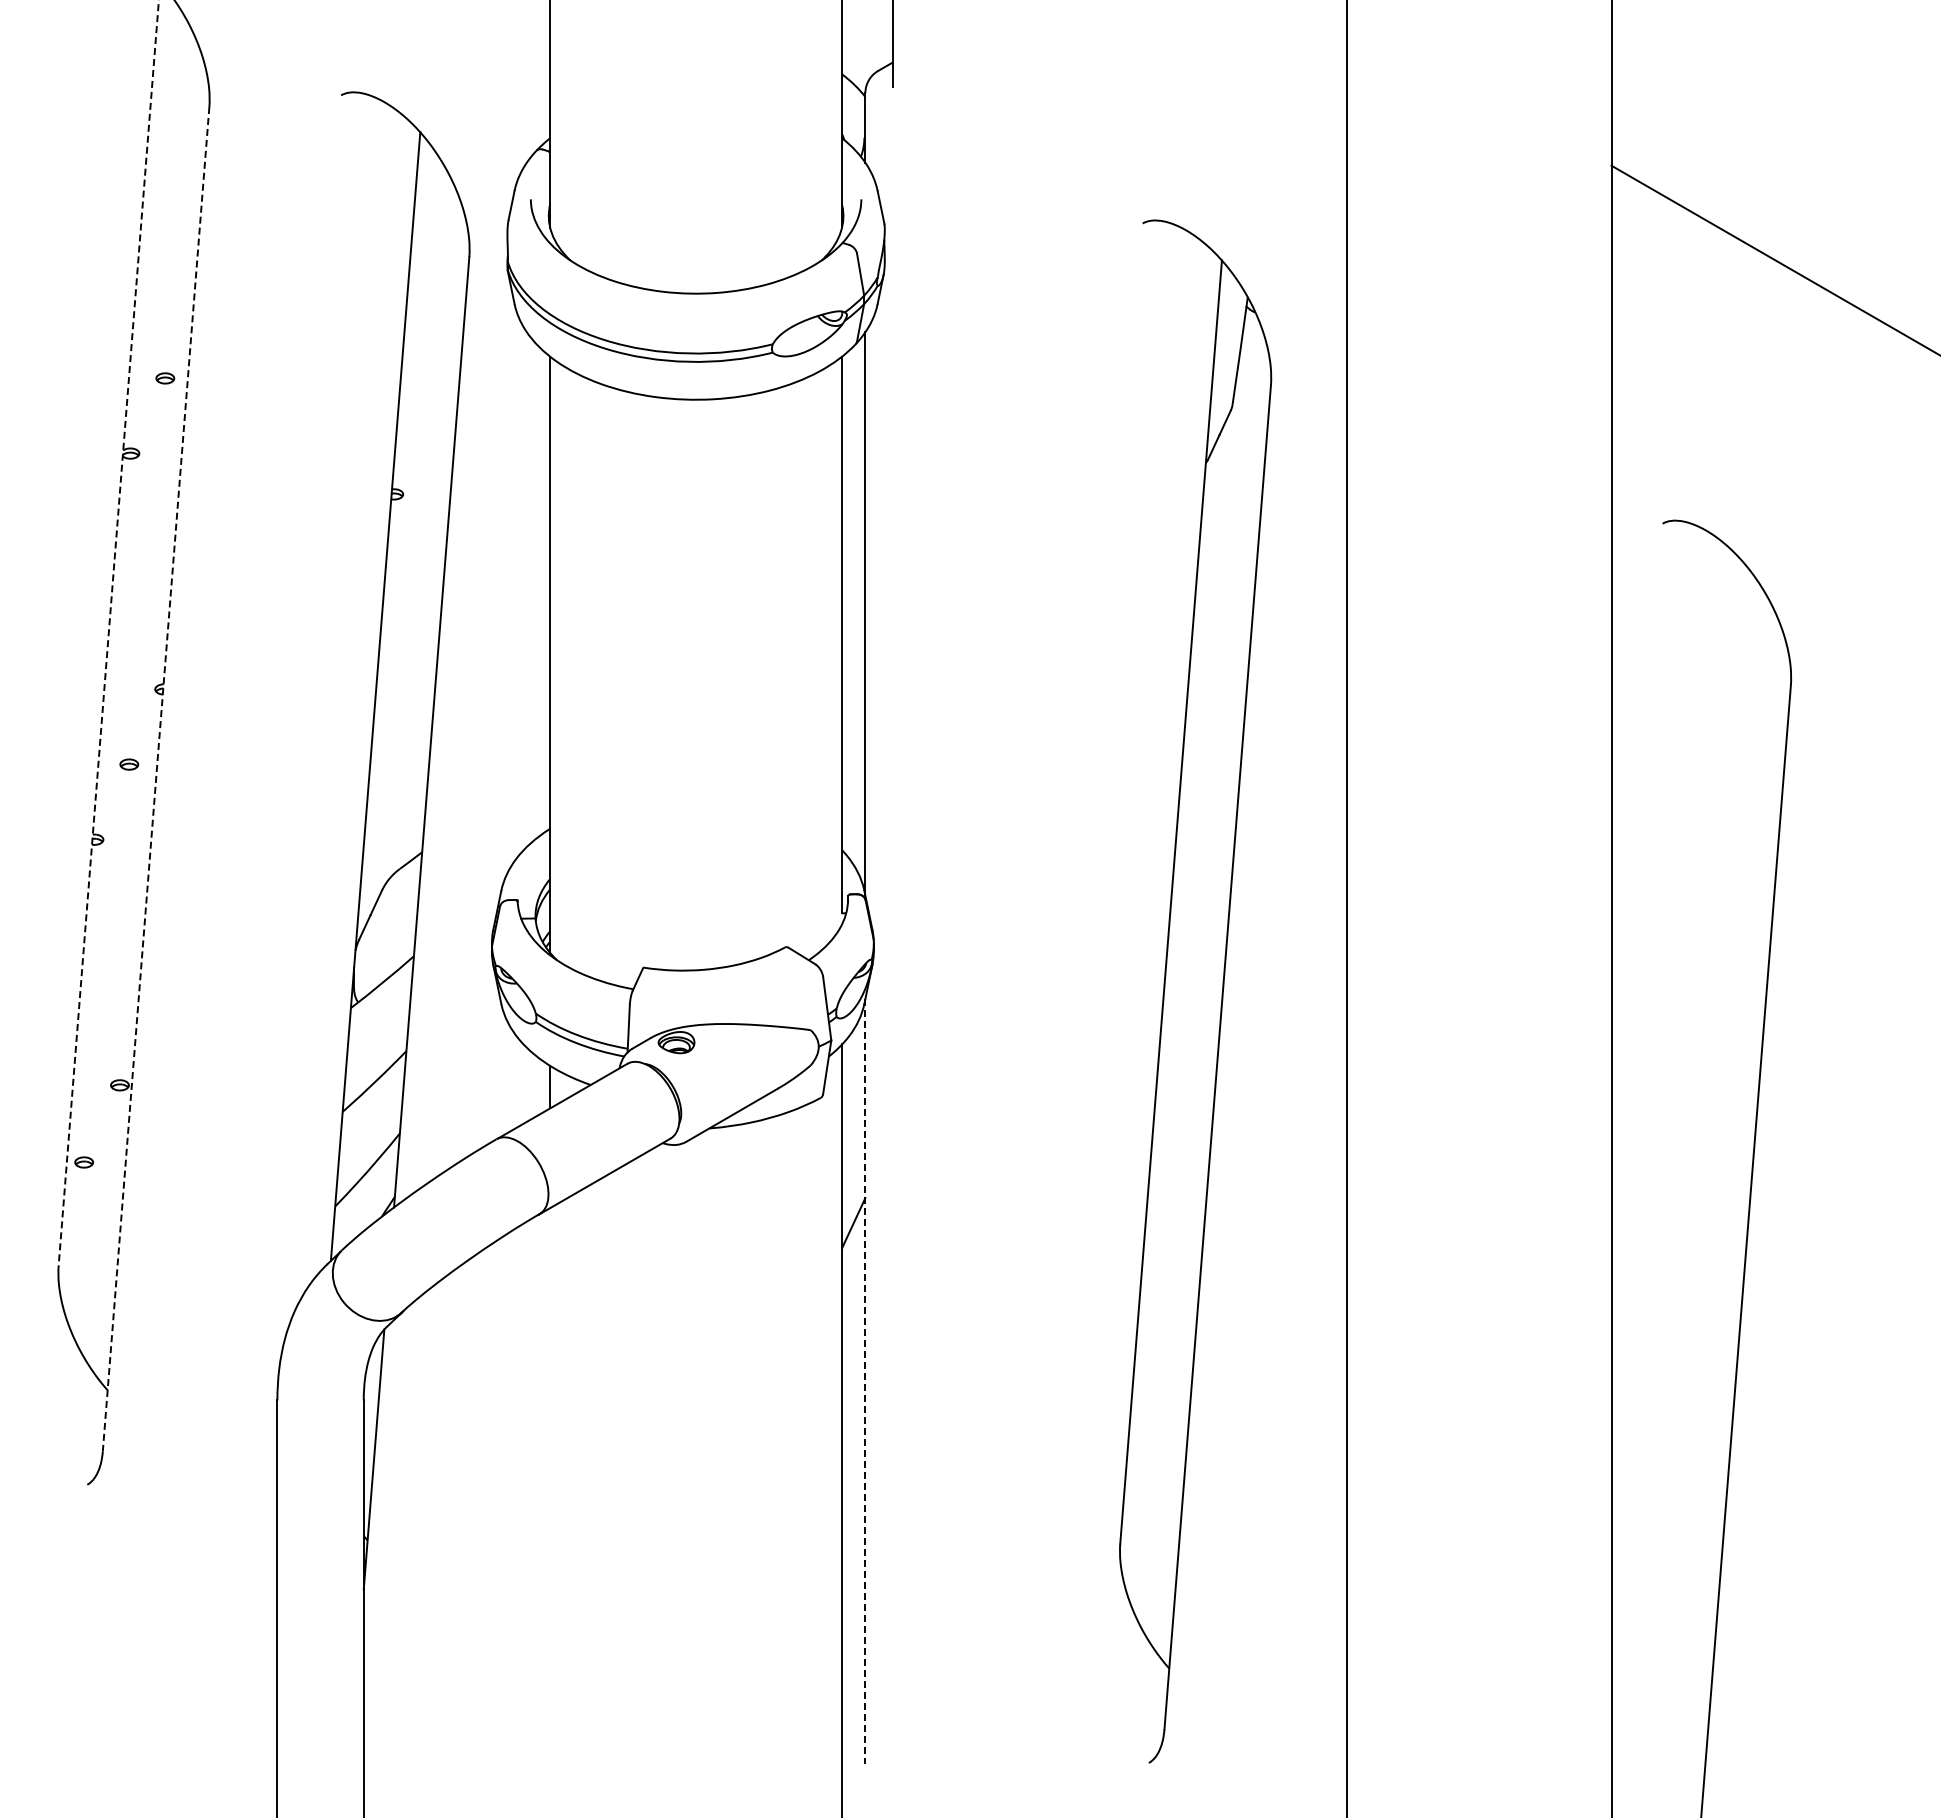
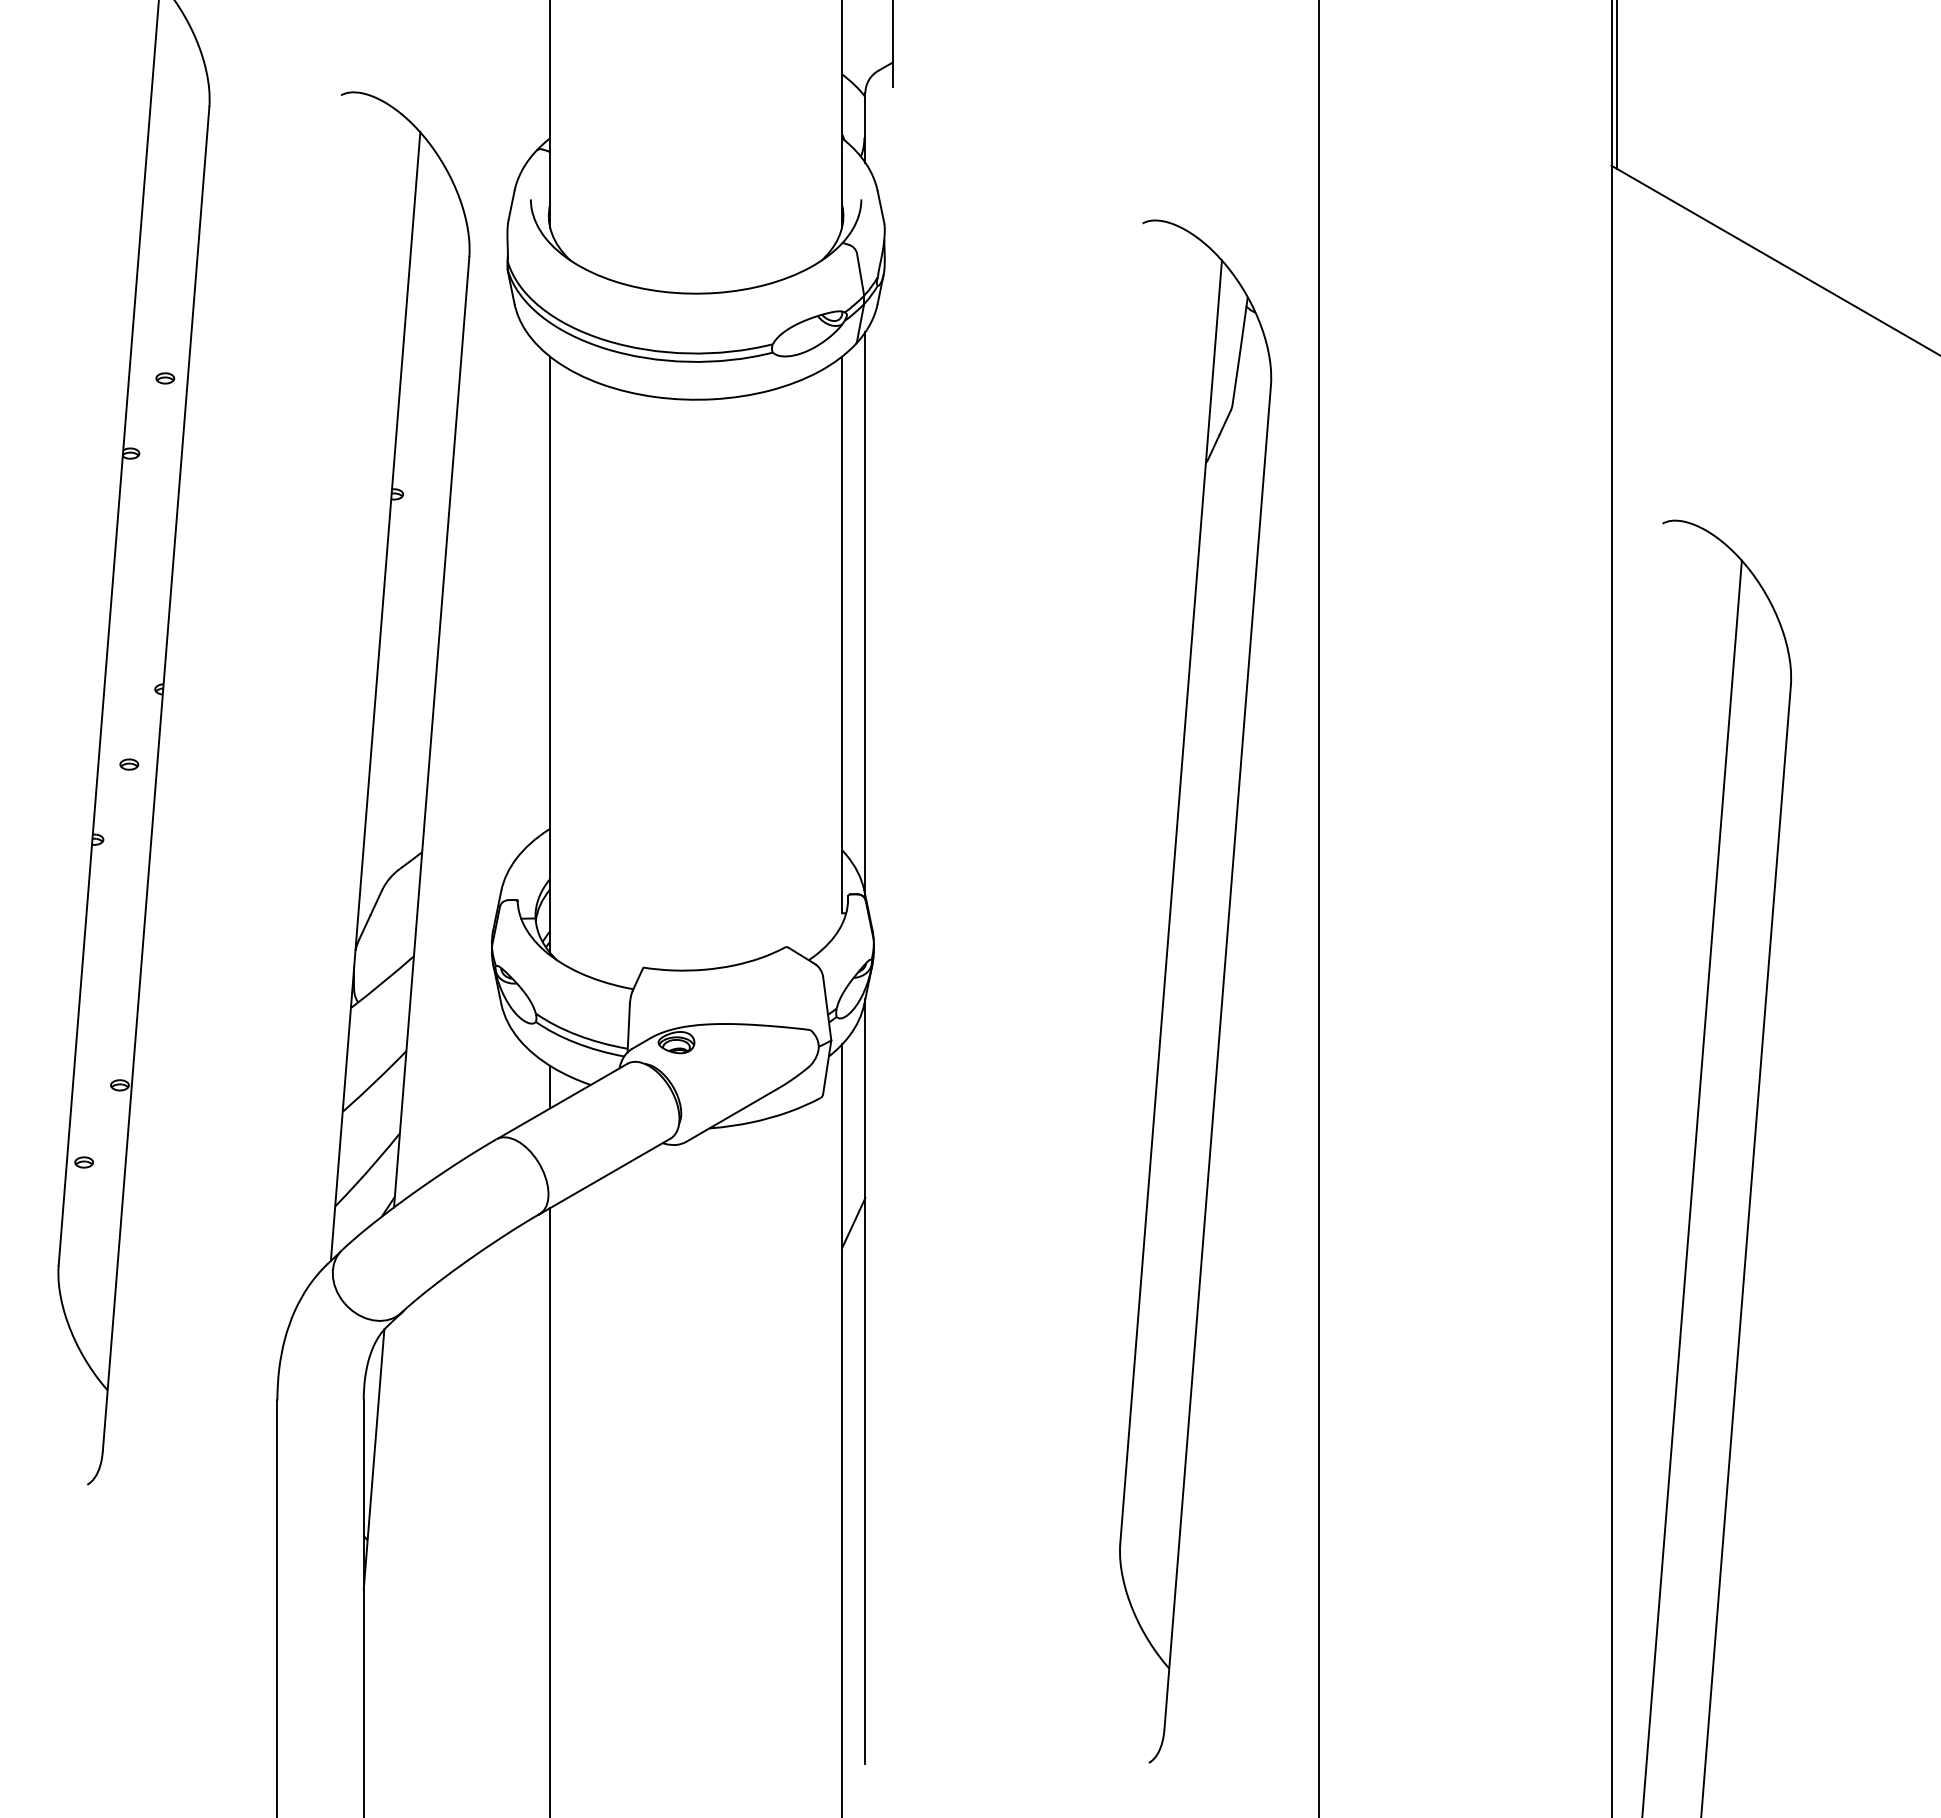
line at (1616, 85): none -> present
line at (108, 632): dashed -> solid
line at (156, 779): dashed -> solid
line at (1347, 908) position: (1347, 908) -> (1319, 908)
line at (1691, 1187): none -> present
line at (865, 1381): dashed -> solid
line at (550, 1511): none -> present
